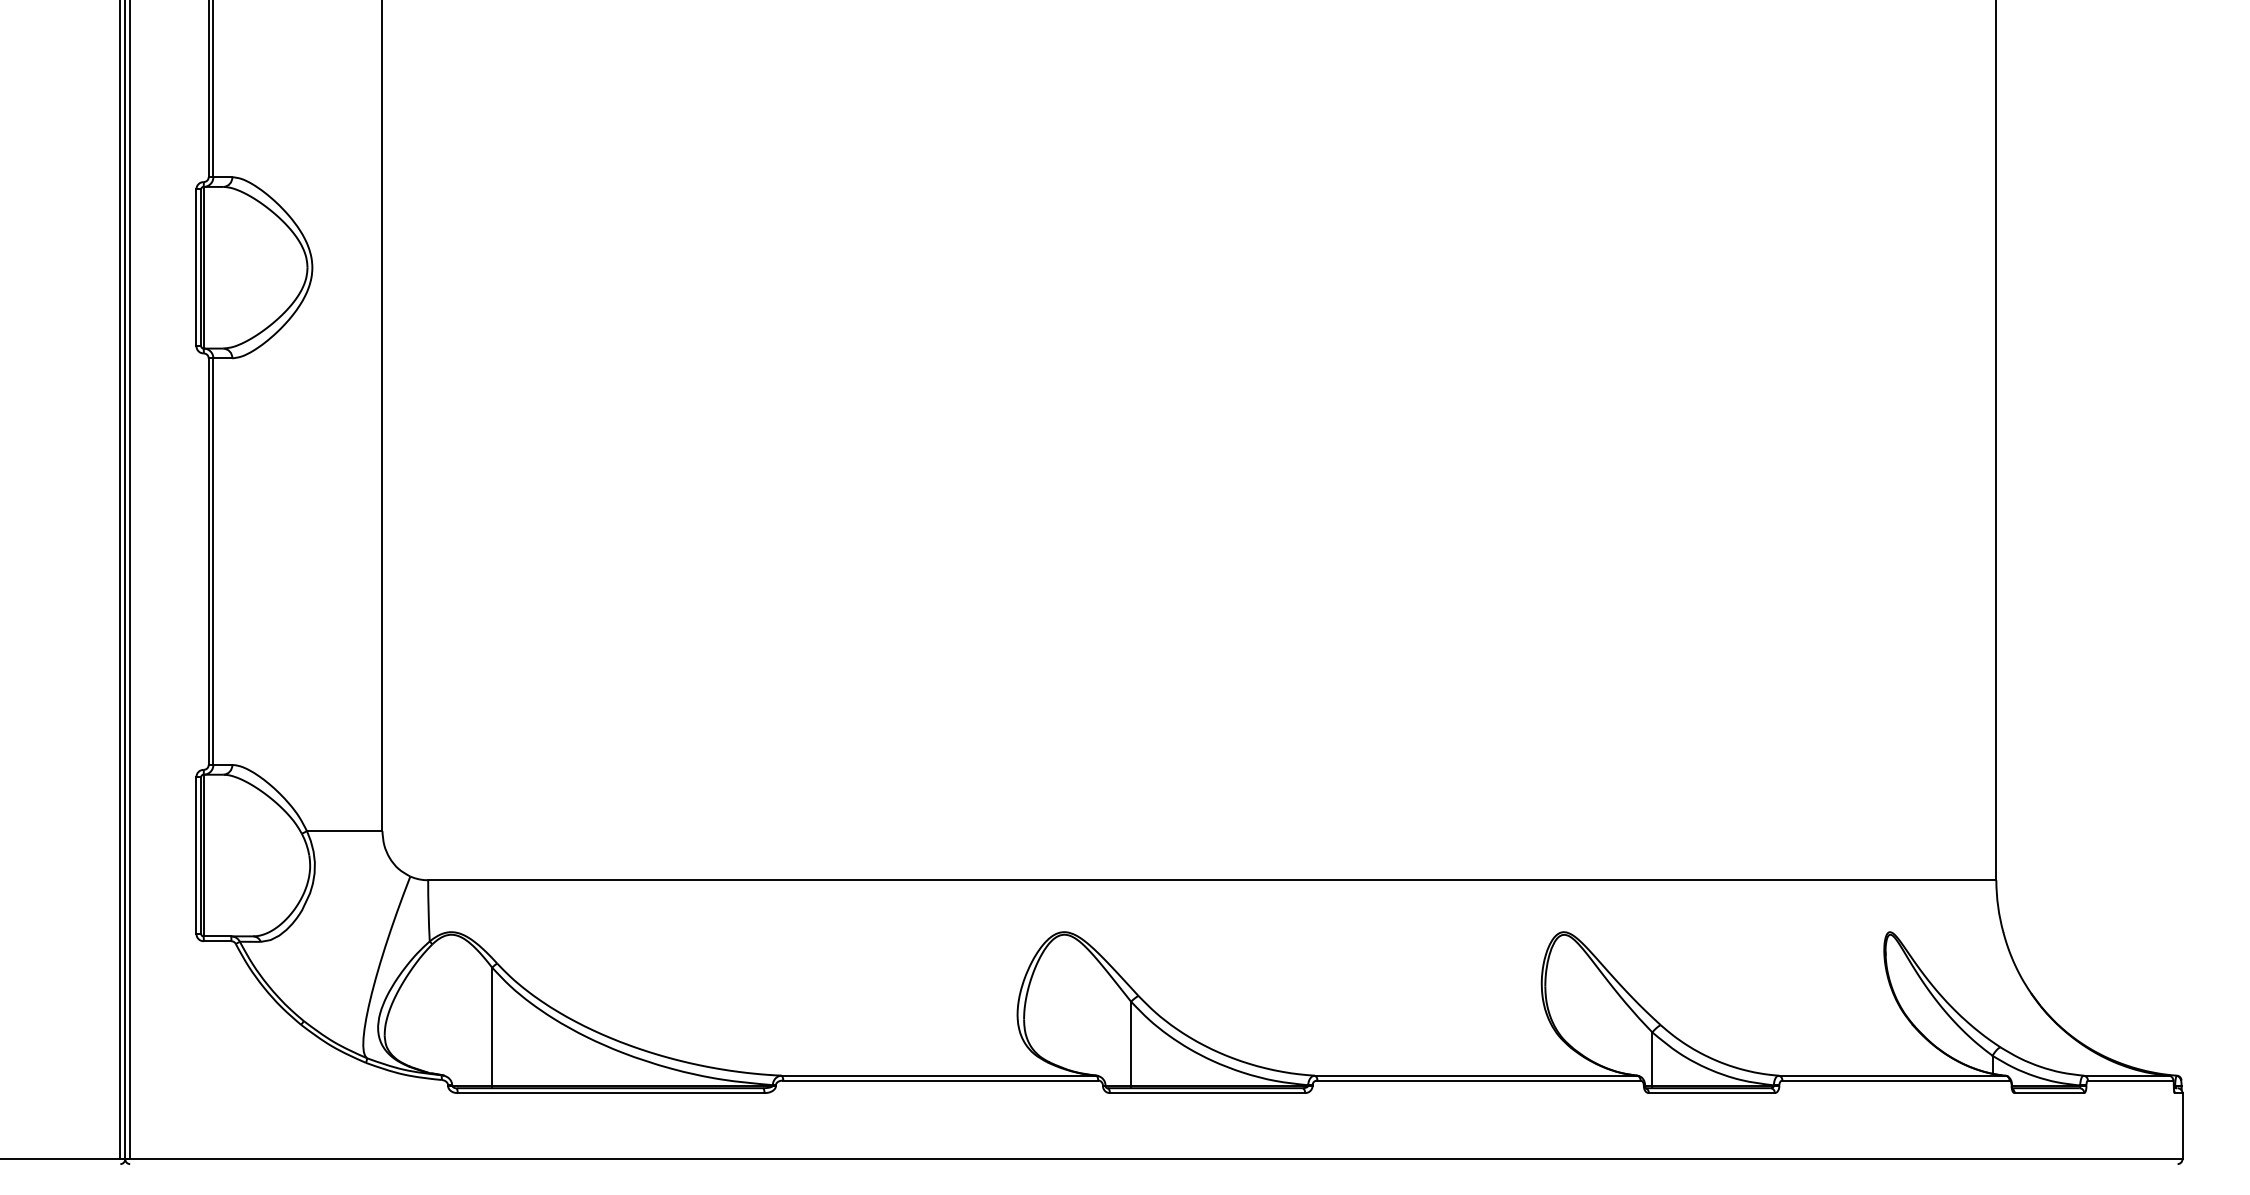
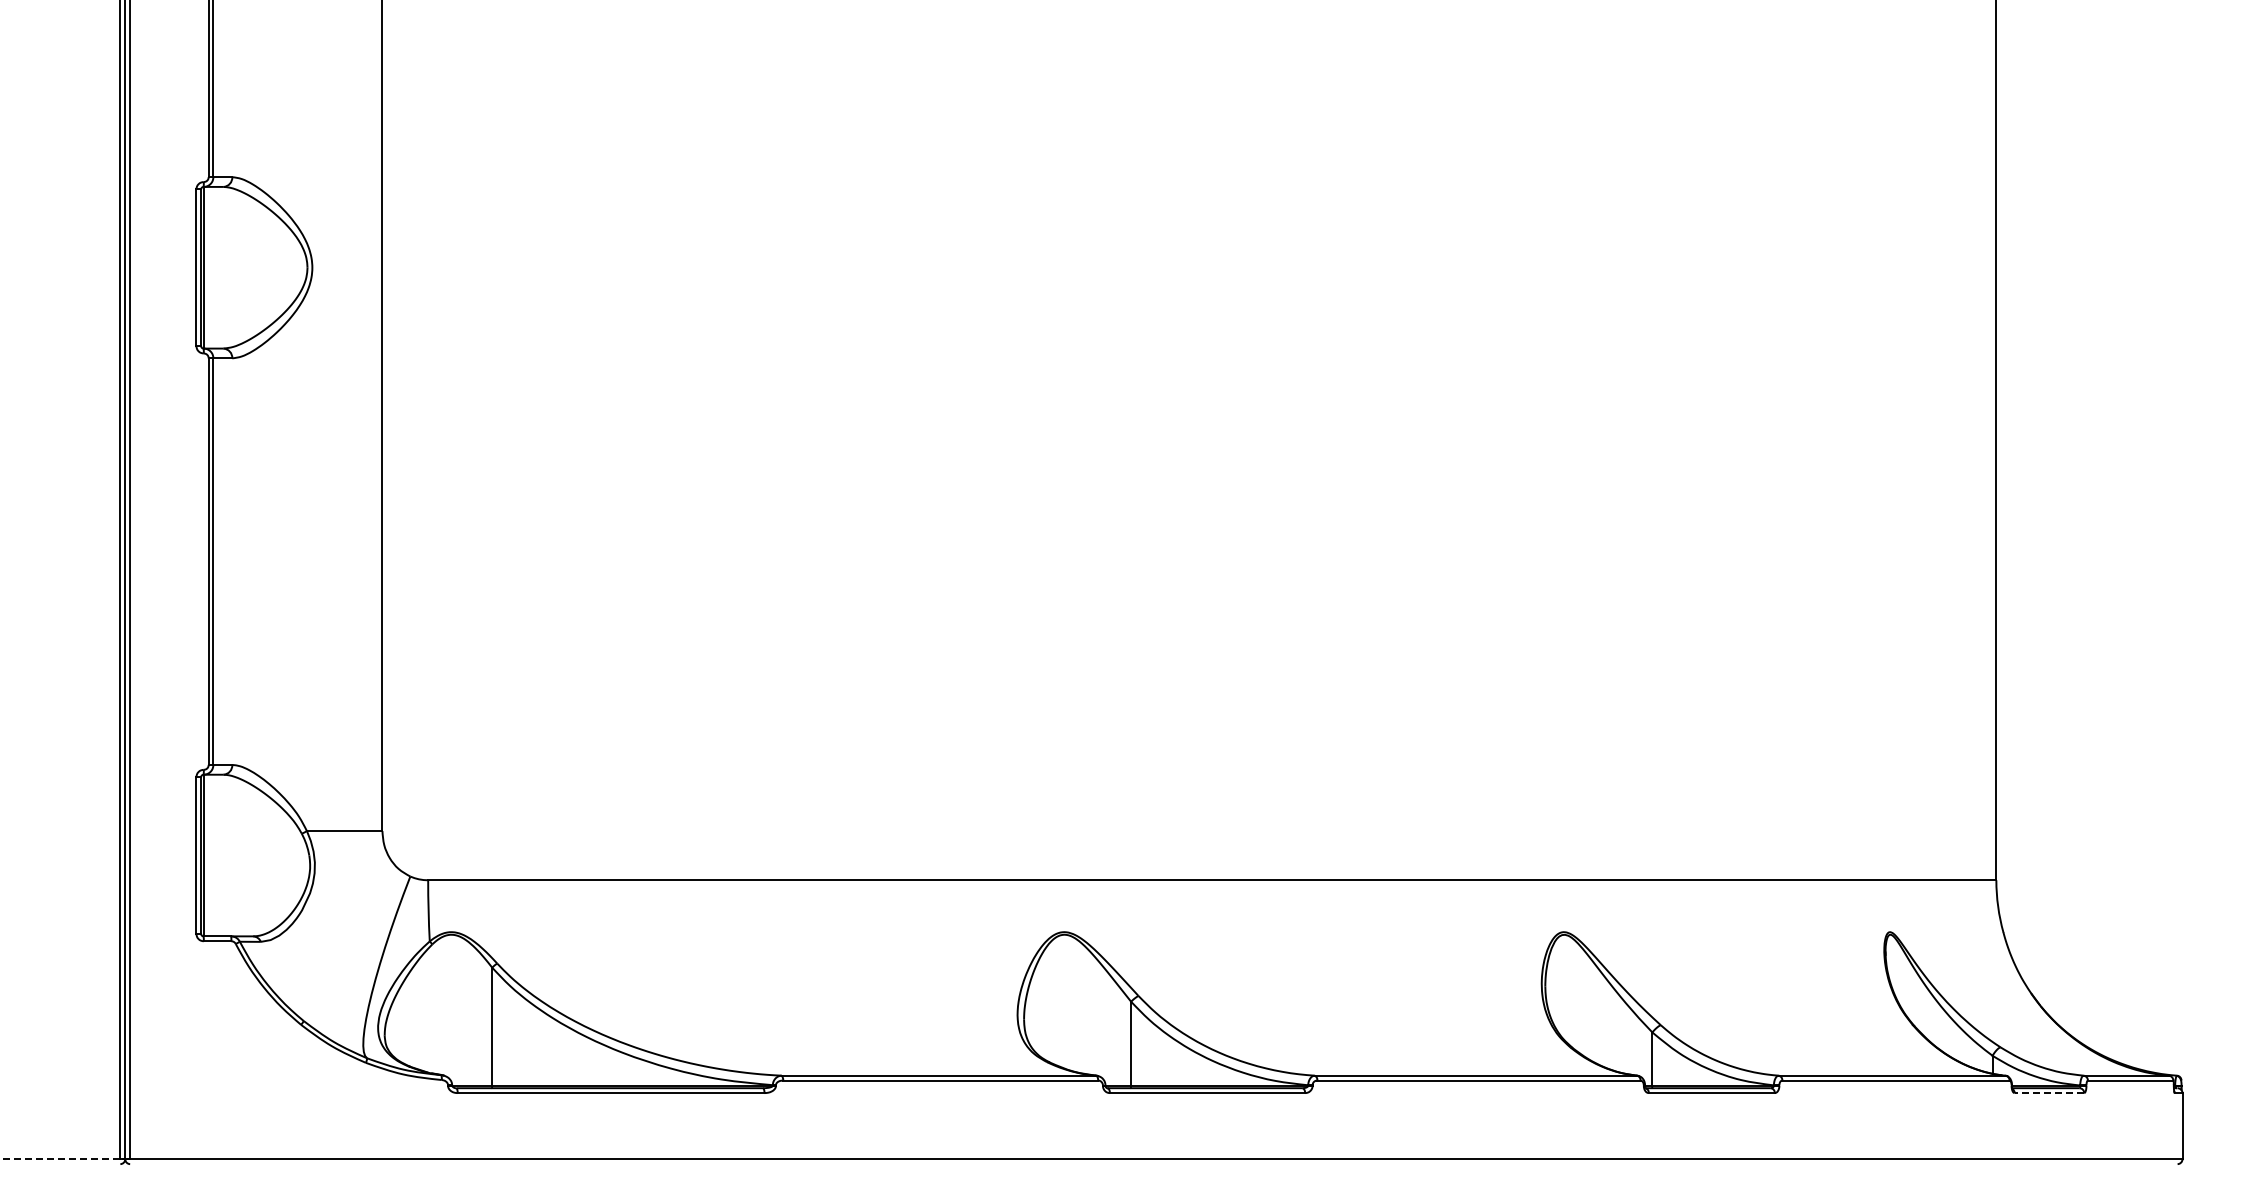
line at (2049, 1093): solid -> dashed
line at (60, 1159): solid -> dashed
